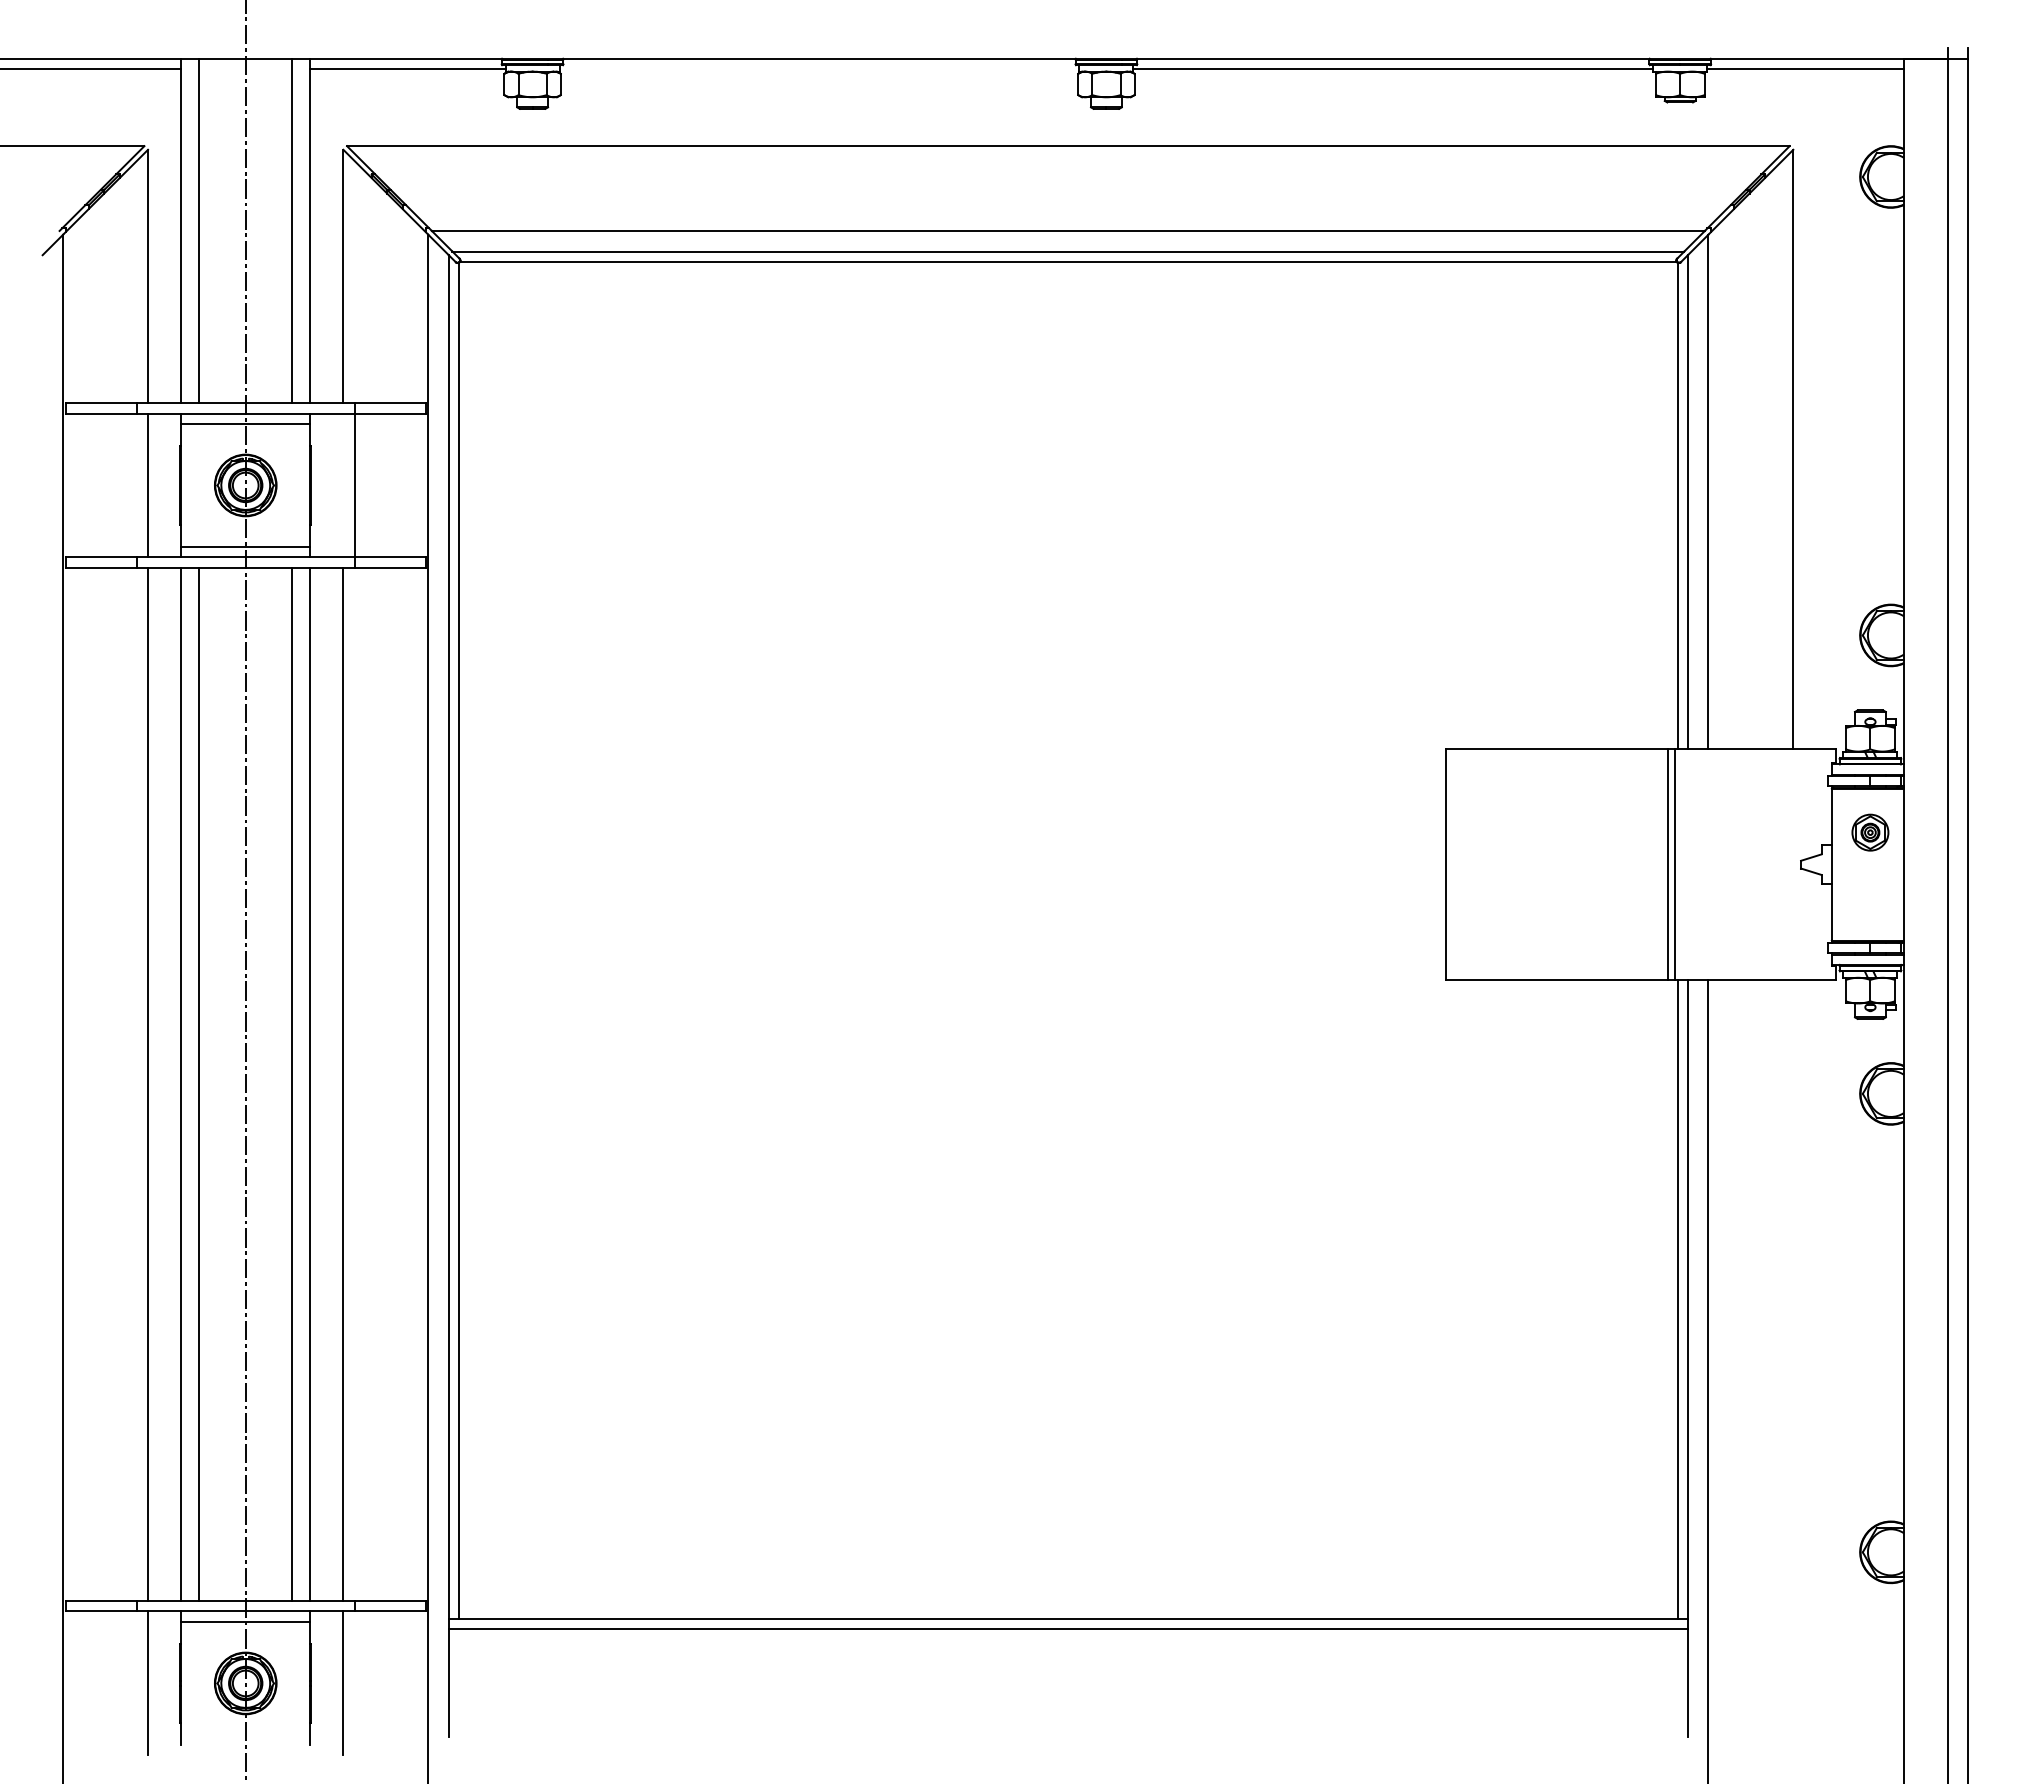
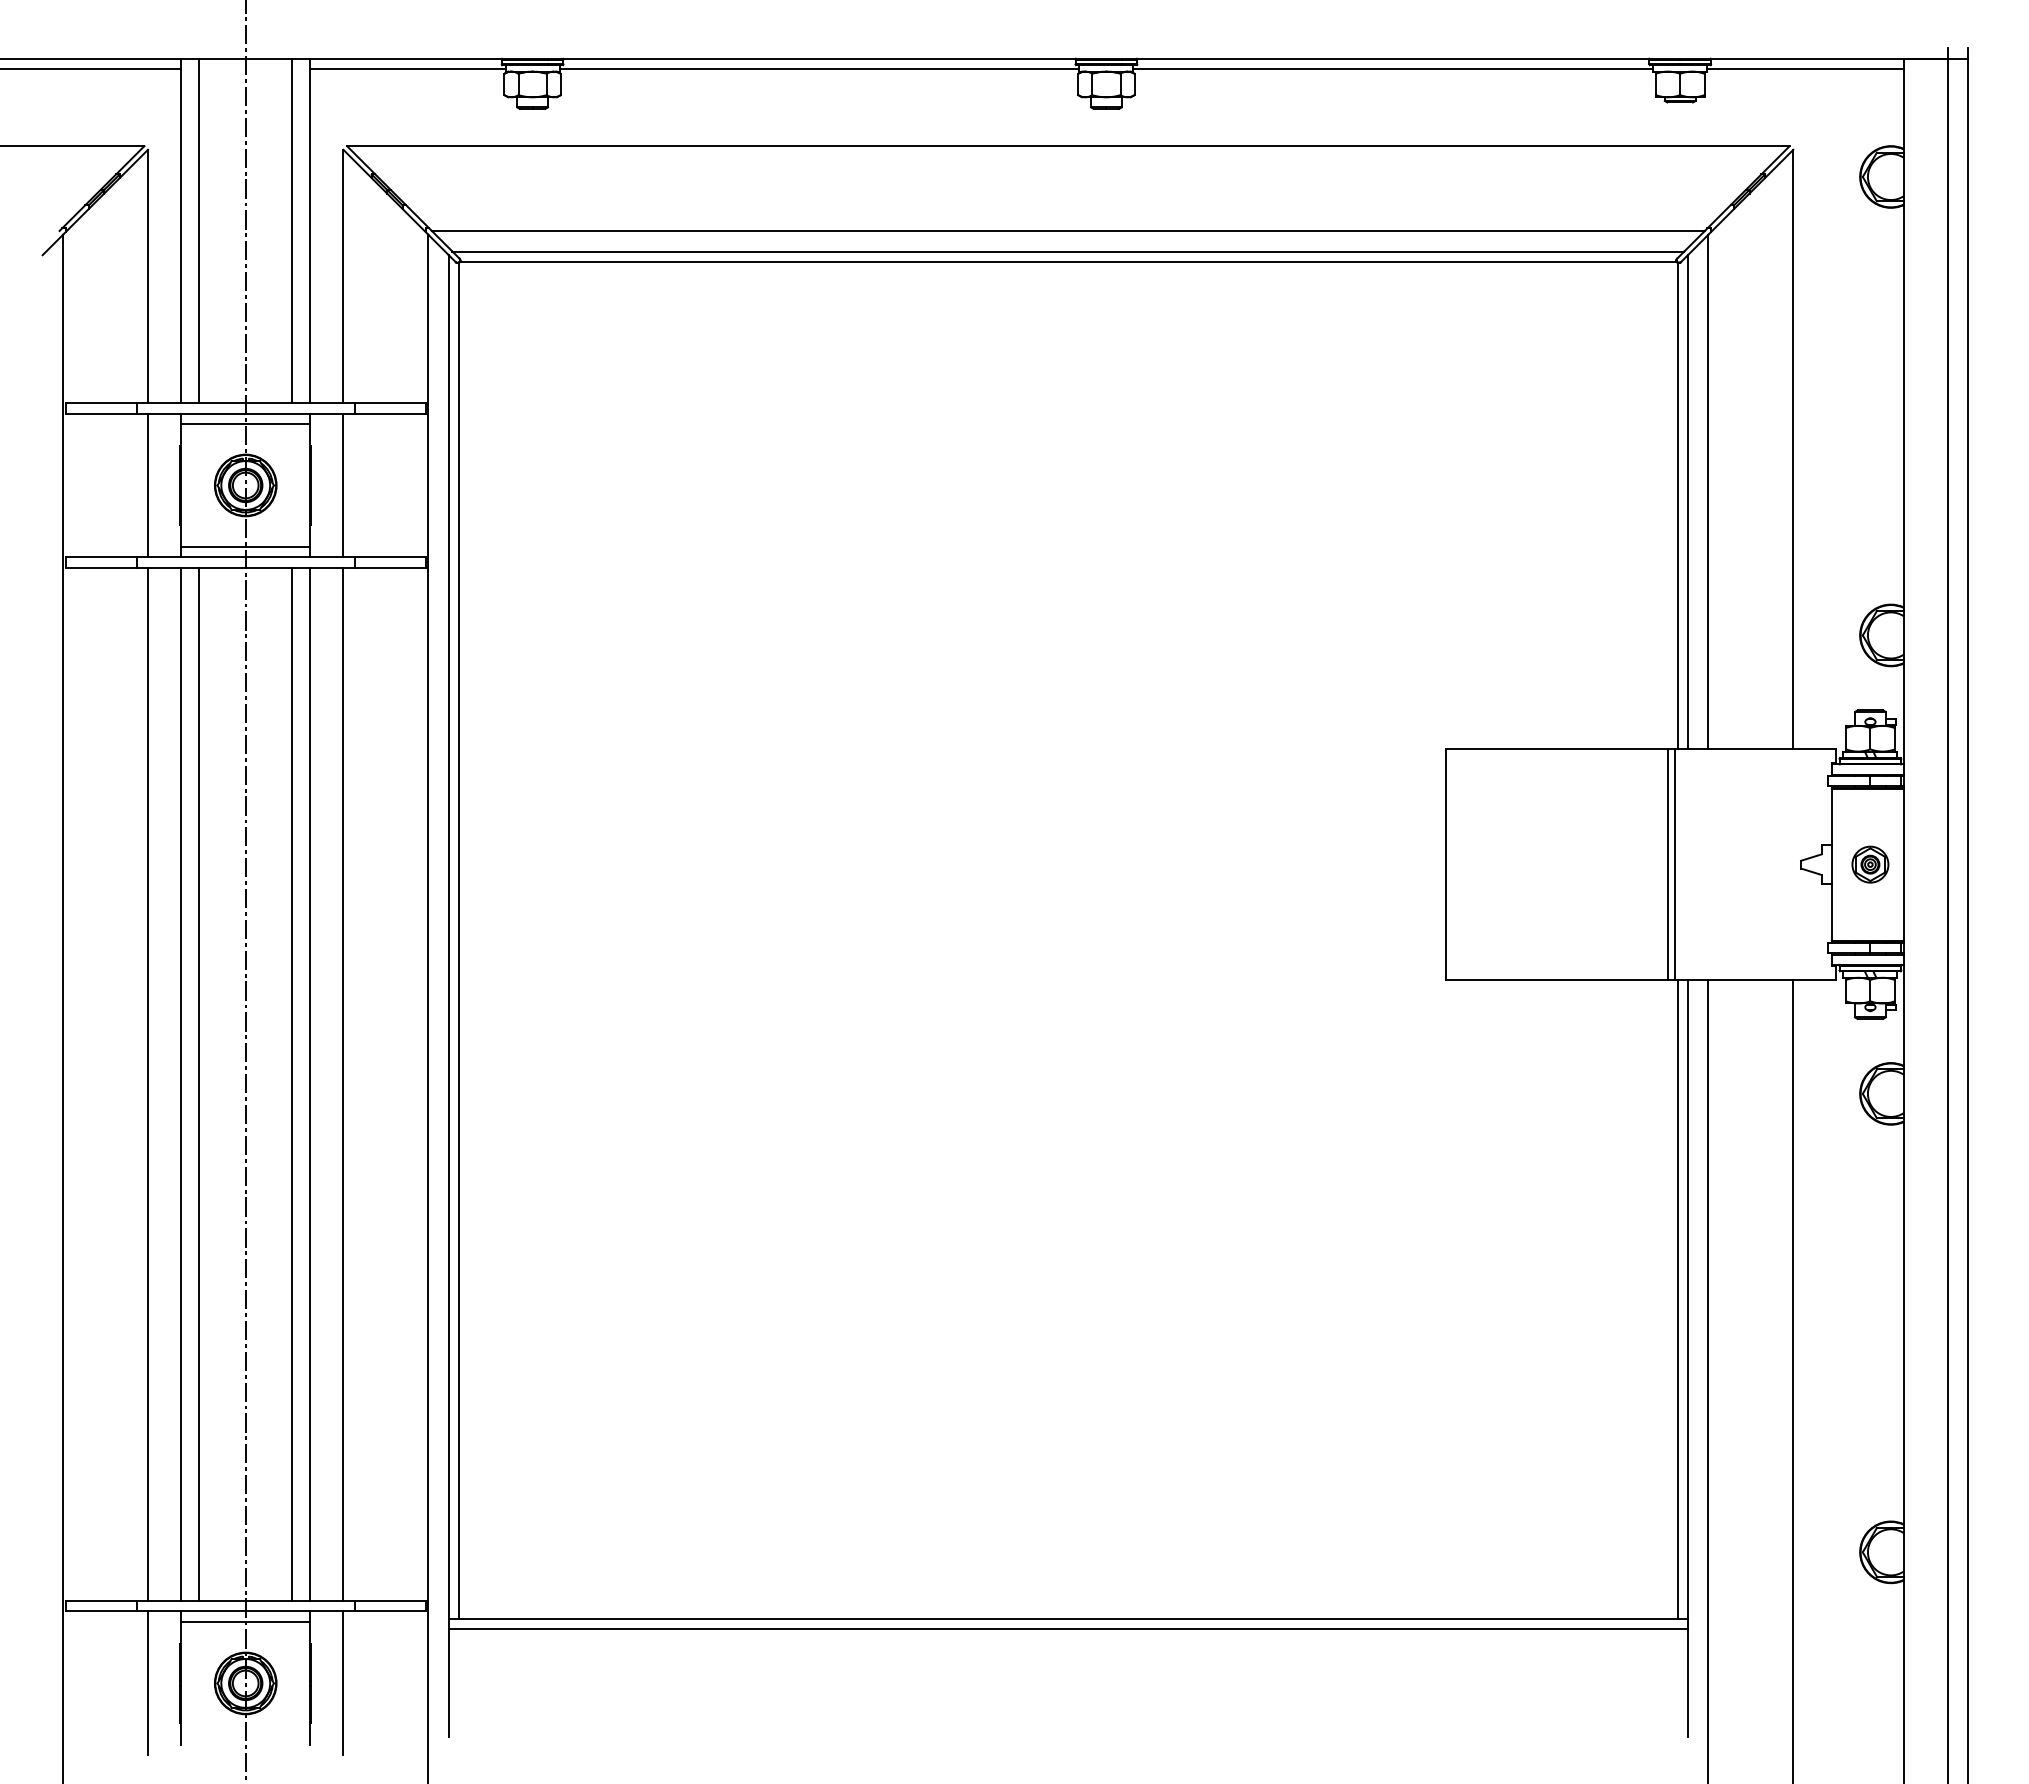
line at (819, 69): none -> present
line at (355, 485) position: (355, 485) -> (343, 485)
part at (1870, 832) position: (1870, 832) -> (1870, 864)
line at (1793, 1380): none -> present
